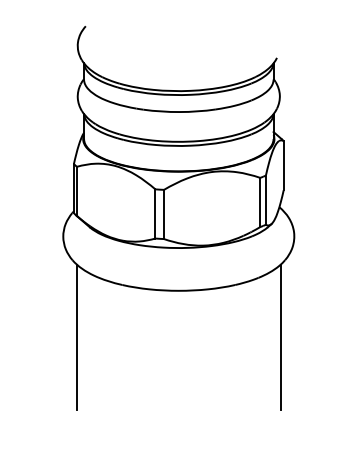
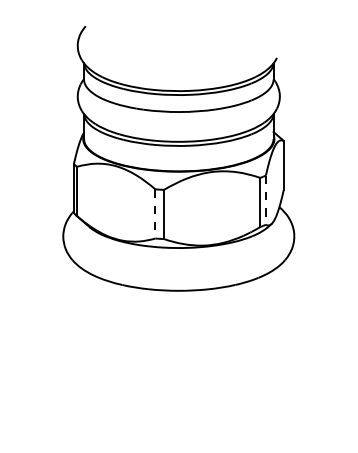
line at (265, 200): solid -> dashed
line at (155, 213): solid -> dashed
line at (76, 337): present -> none
line at (280, 337): present -> none
